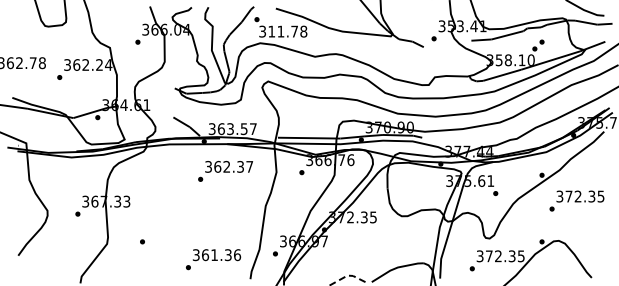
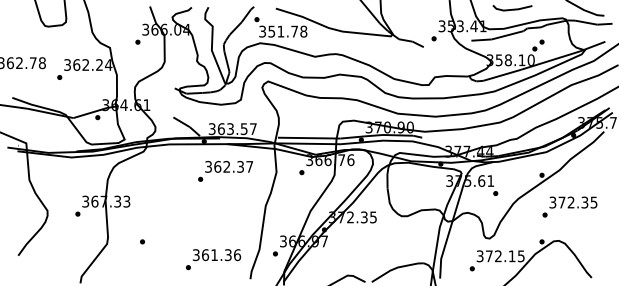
line at (512, 8): none -> present
text at (271, 31): 311.78 -> 351.78
text at (576, 200) position: (576, 200) -> (569, 206)
text at (511, 256): 372.35 -> 372.15
line at (347, 275): dashed -> solid
